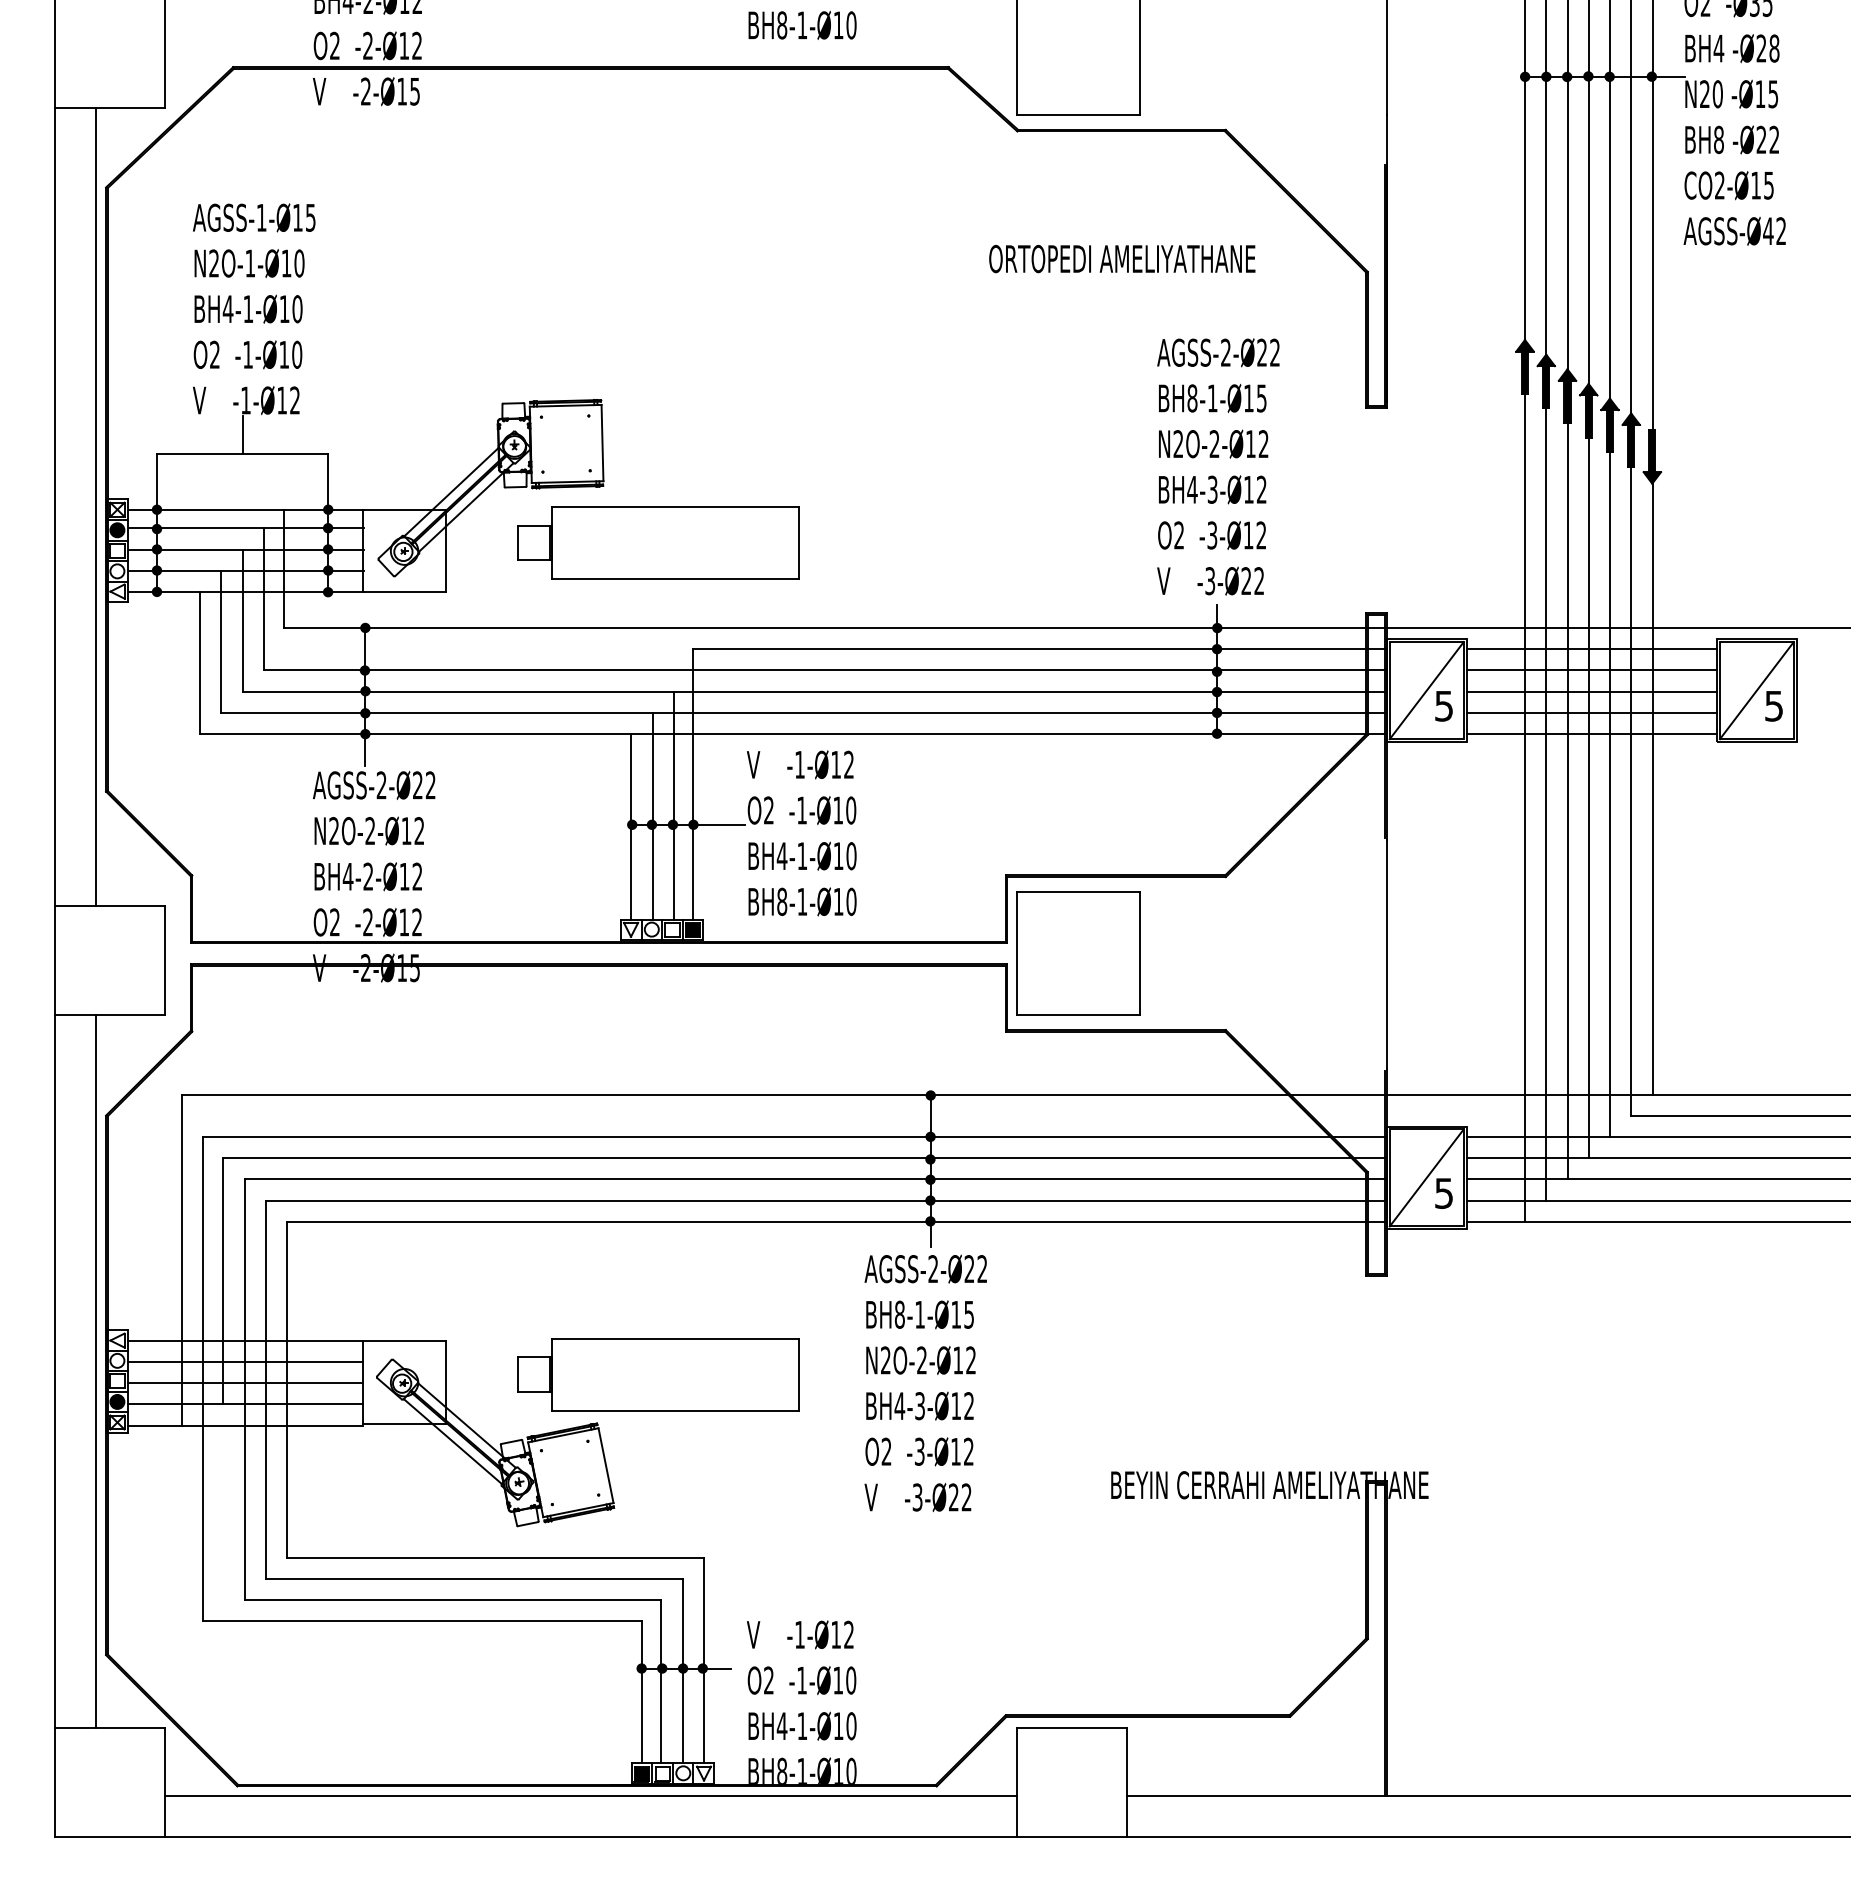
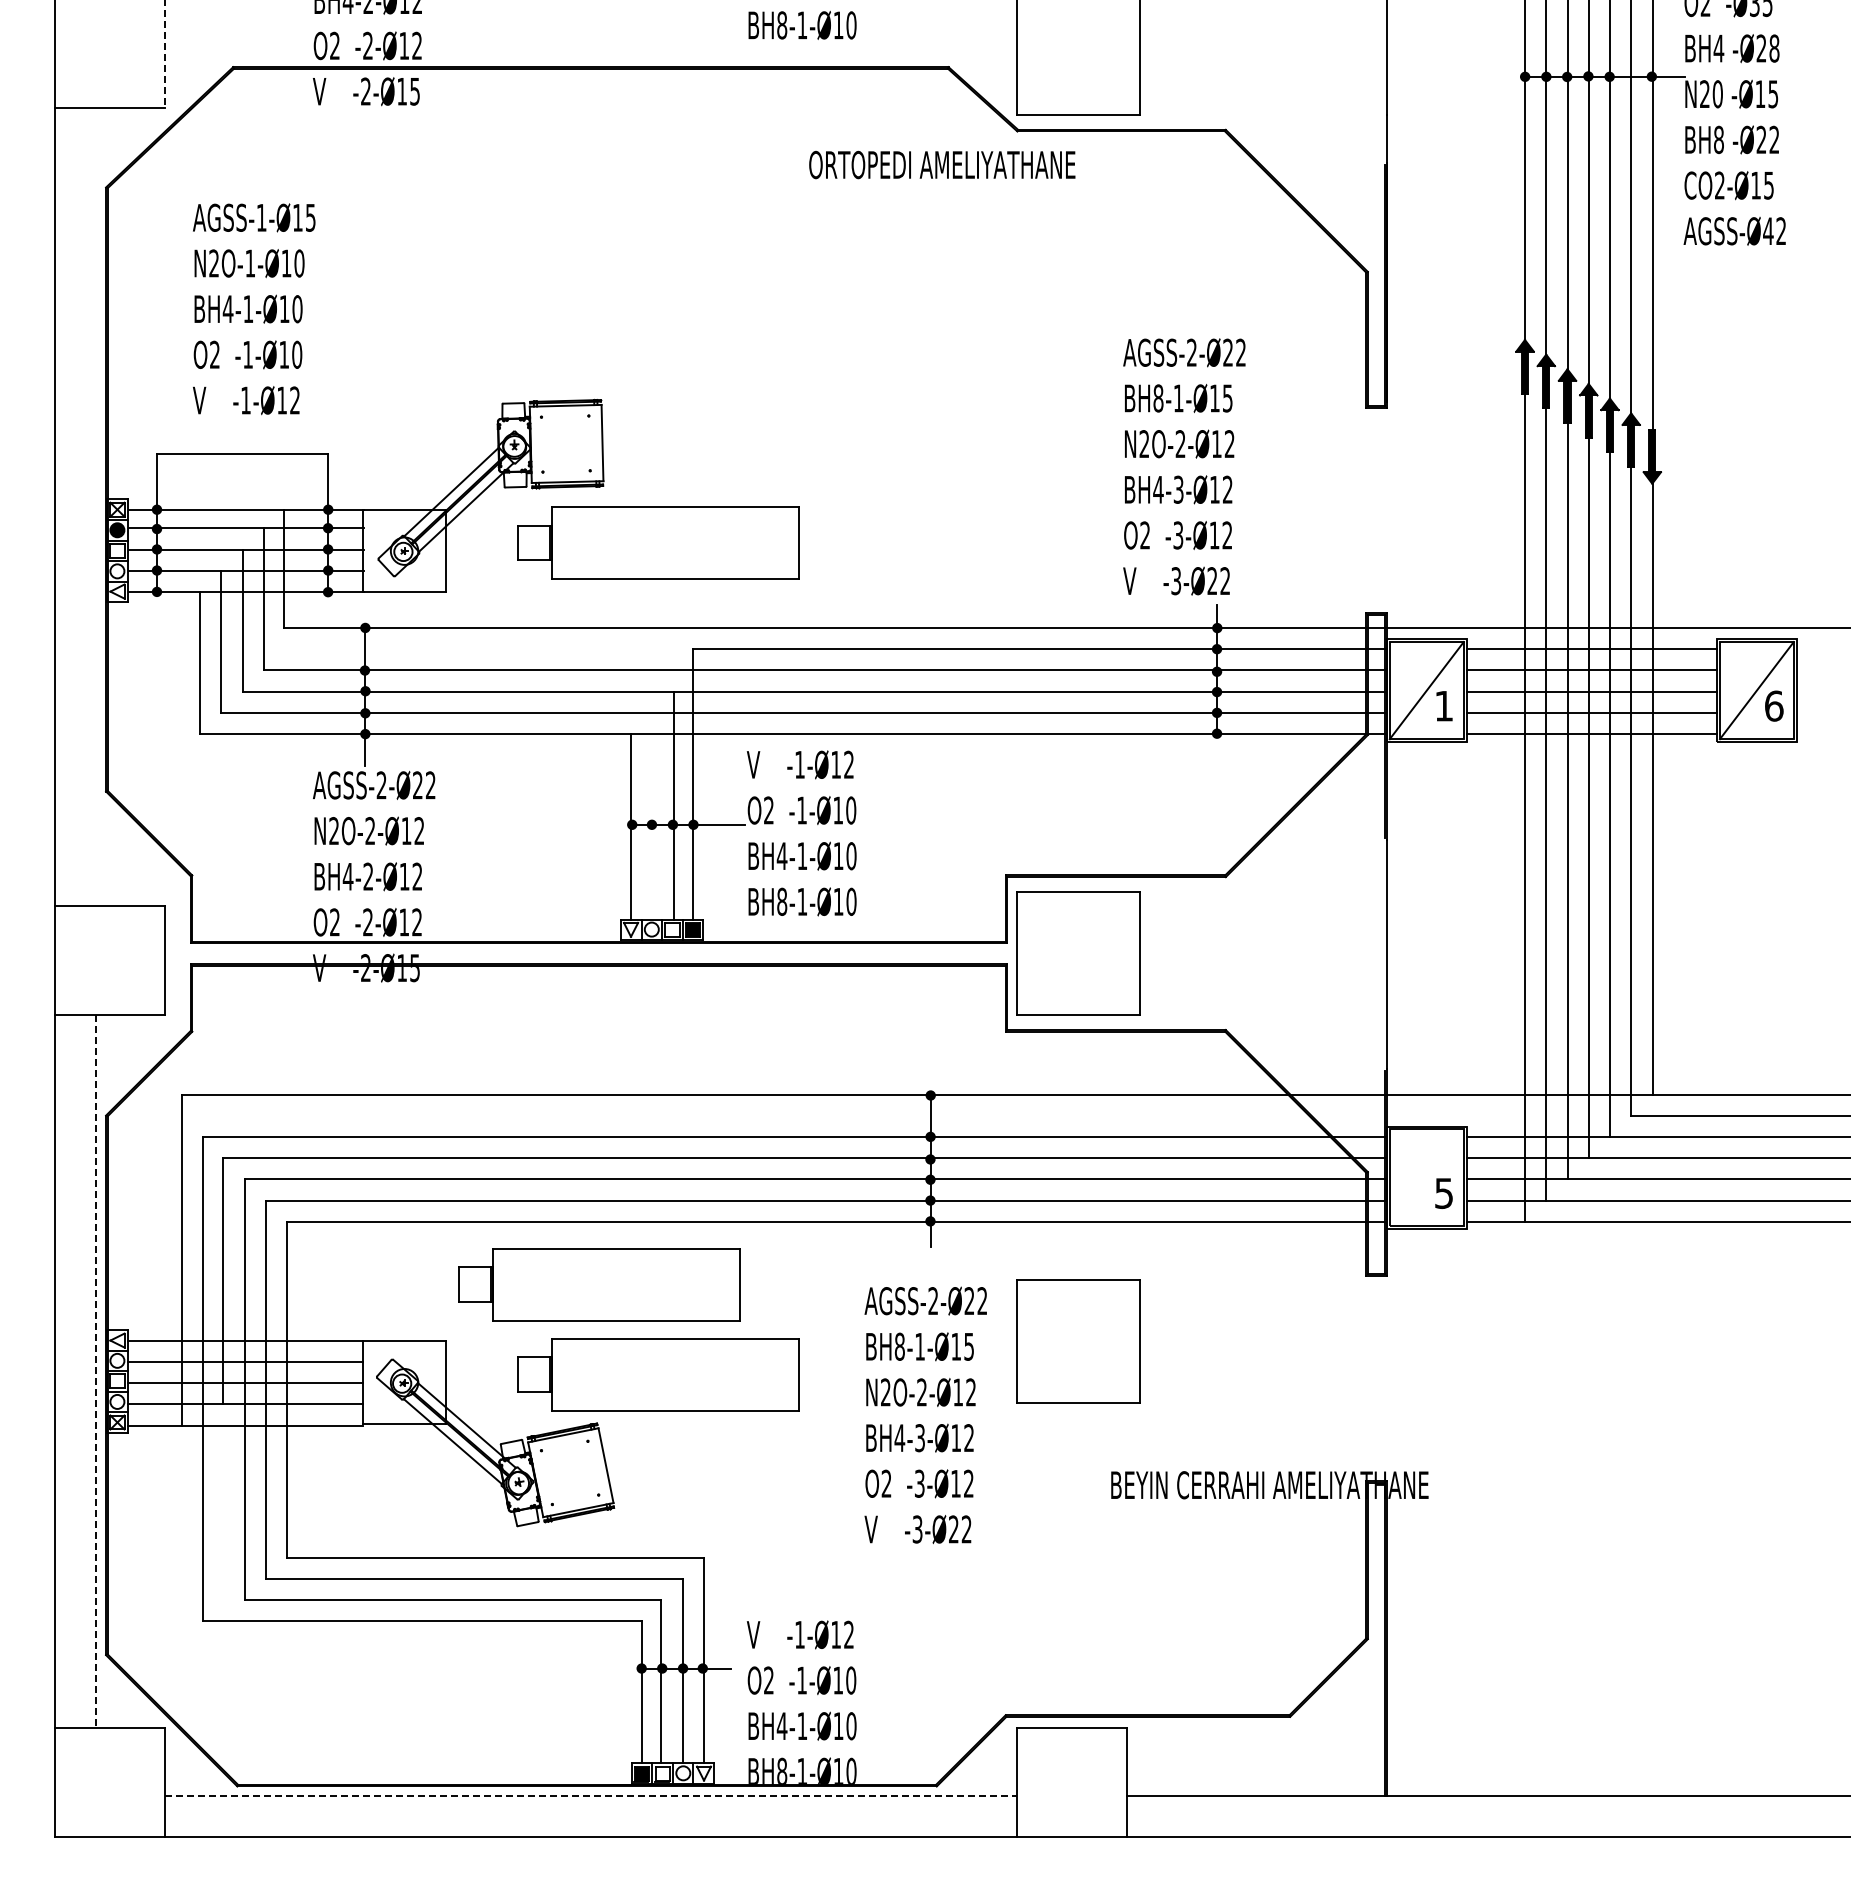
line at (164, 54): solid -> dashed
text at (1122, 258) position: (1122, 258) -> (942, 164)
line at (242, 435): present -> none
text at (1218, 466) position: (1218, 466) -> (1184, 466)
line at (96, 506): present -> none
text at (1774, 705): 5 -> 6
text at (1443, 706): 5 -> 1
line at (652, 815): present -> none
line at (1426, 1177): present -> none
part at (599, 1284): none -> present
part at (1078, 1341): none -> present
line at (96, 1371): solid -> dashed
text at (925, 1383) position: (925, 1383) -> (925, 1415)
fill at (117, 1401): present -> none
line at (590, 1796): solid -> dashed
